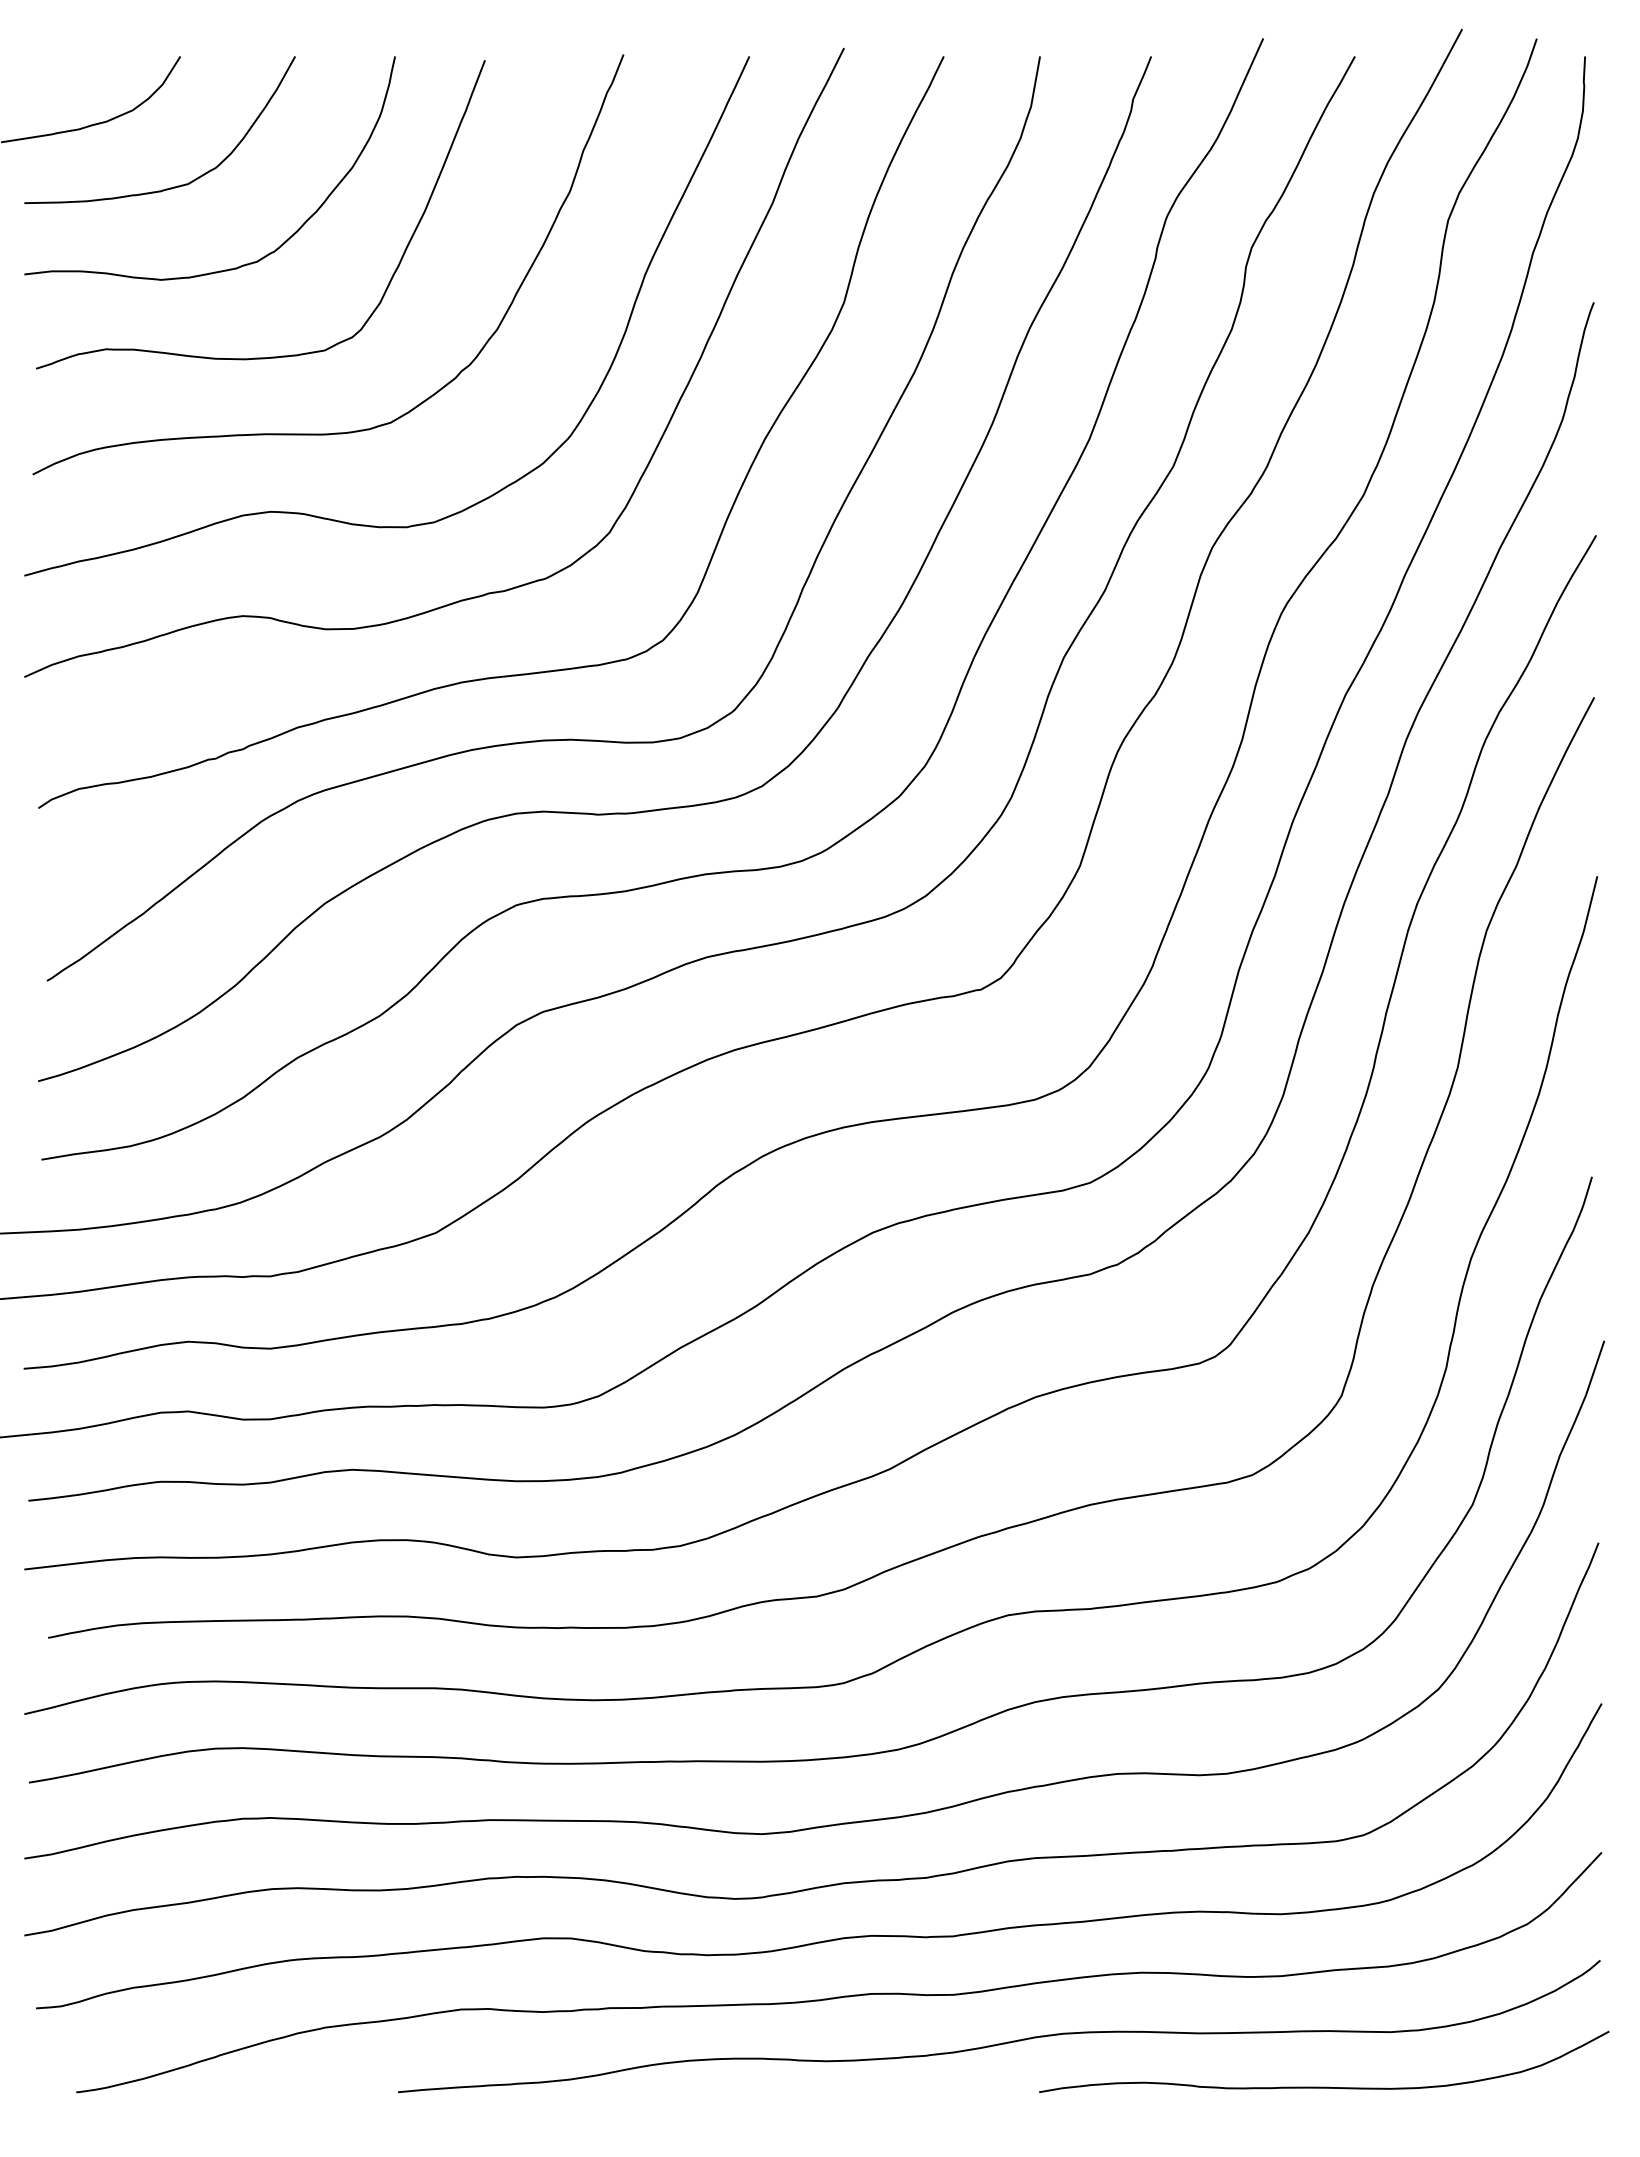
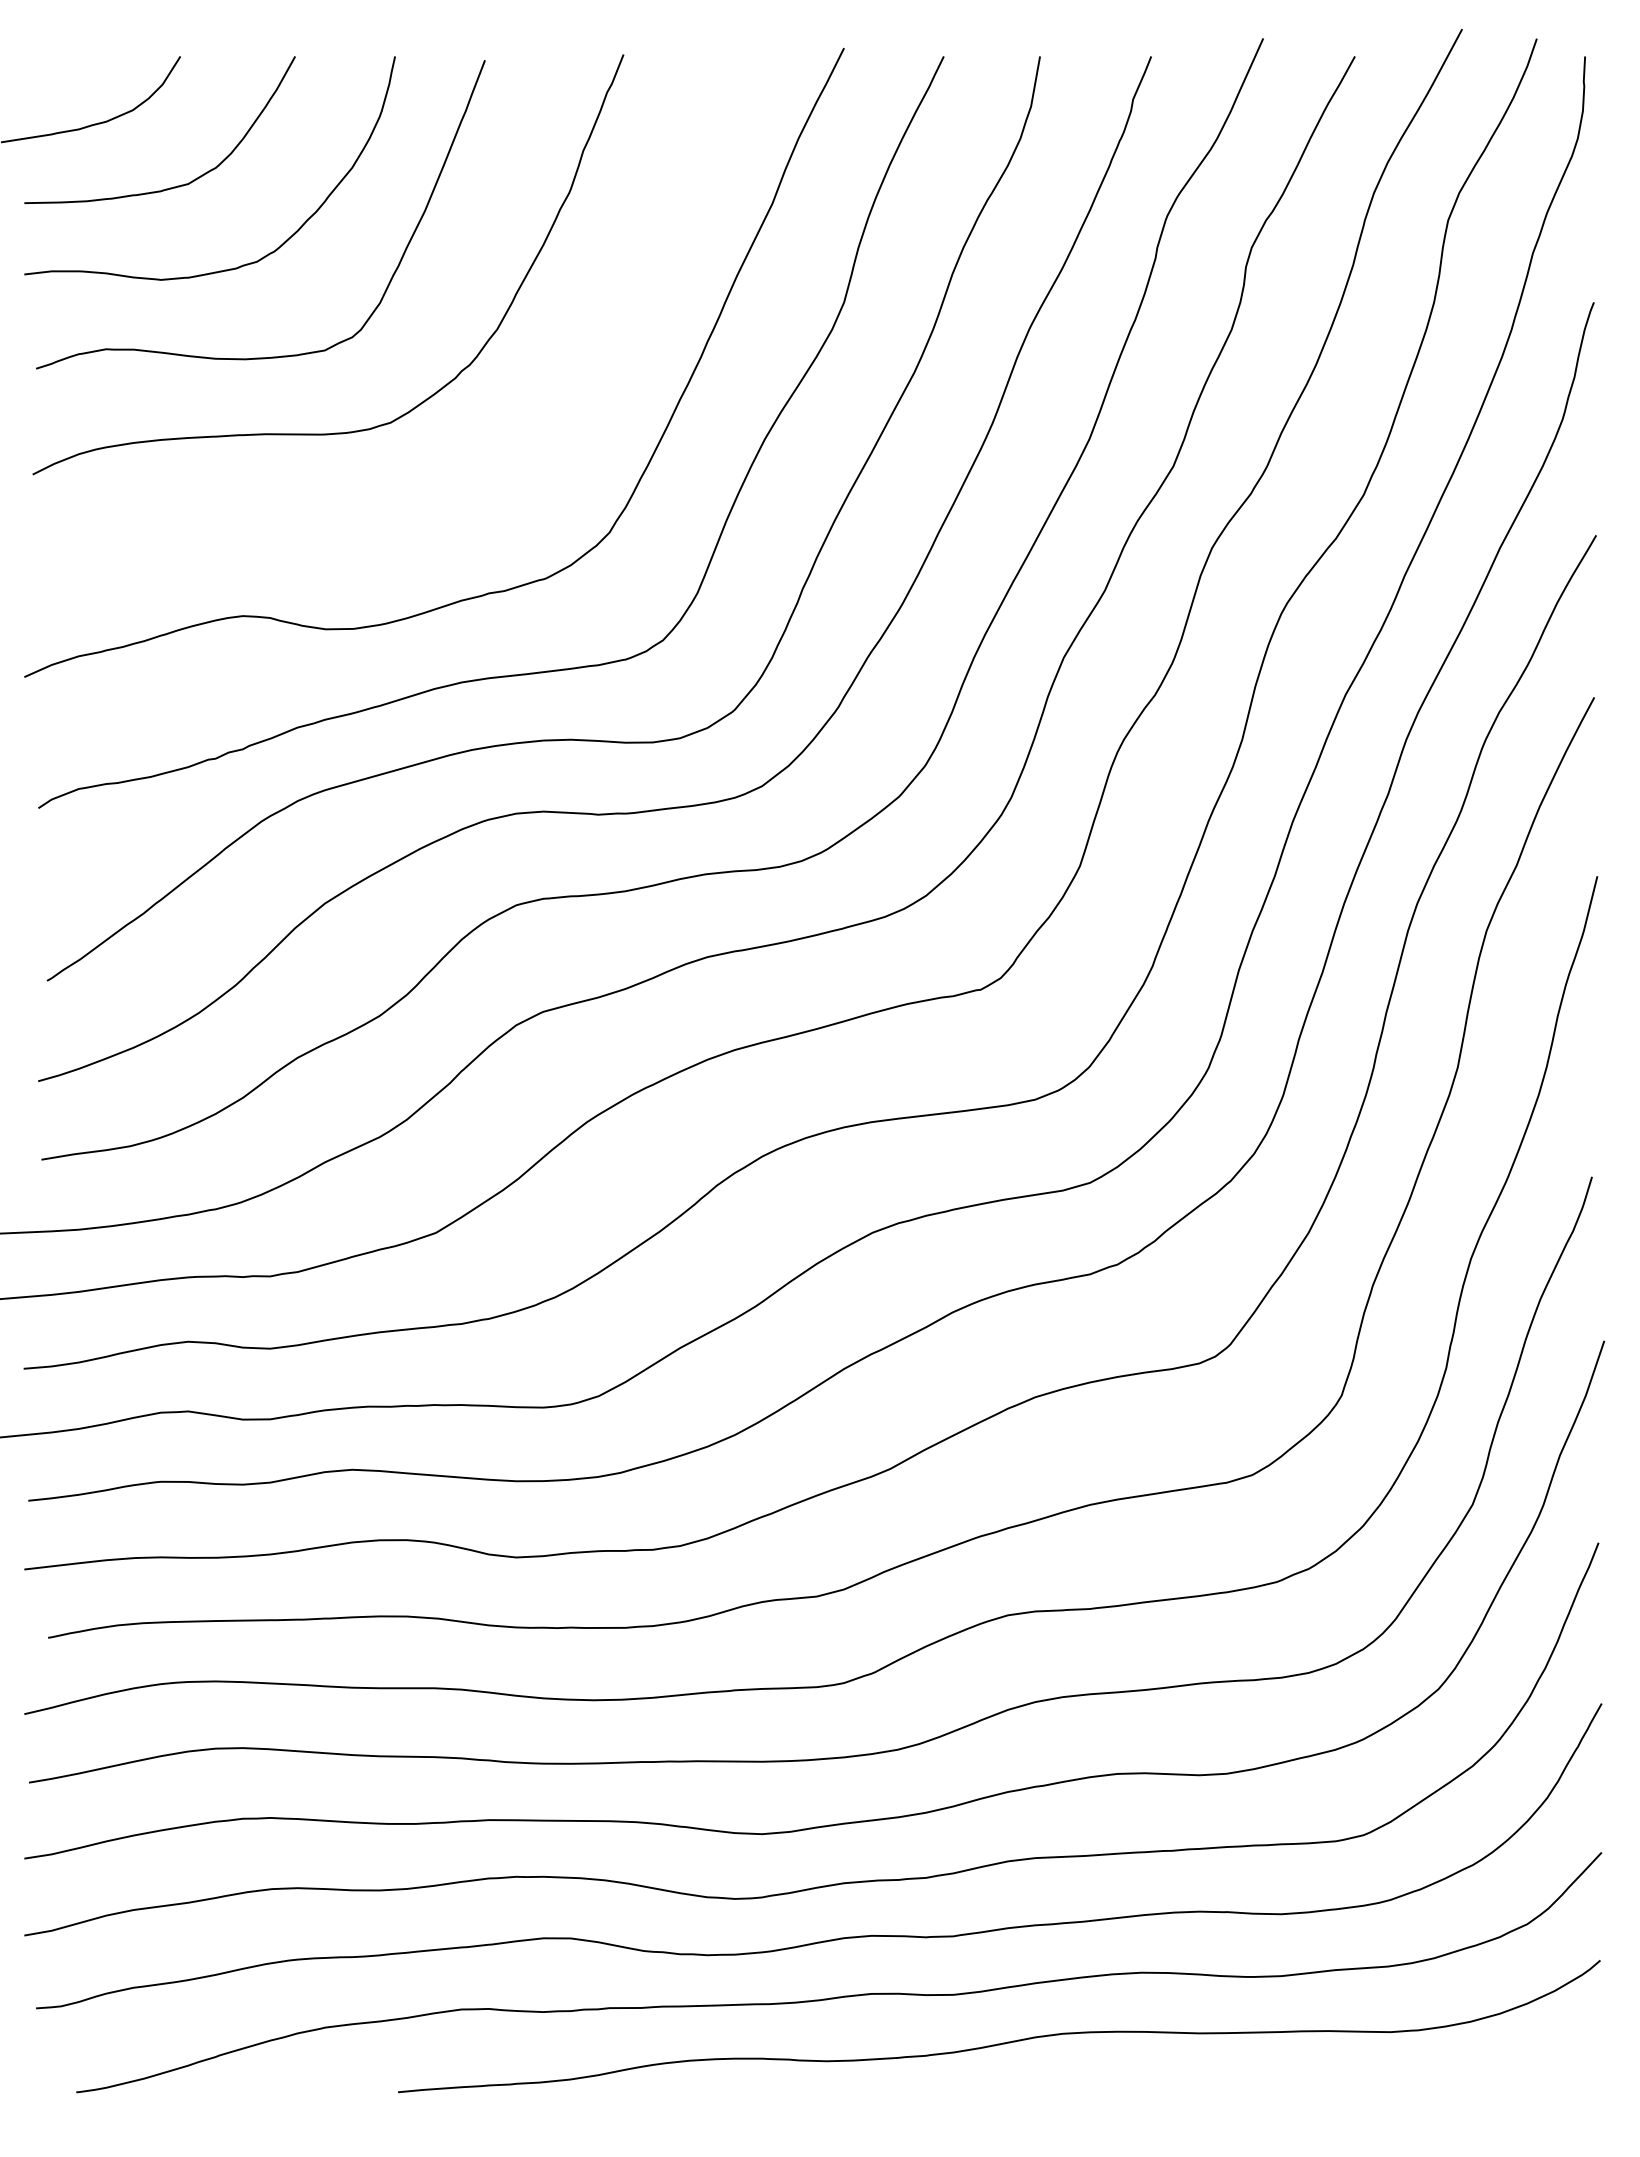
curve at (478, 501): present -> none
curve at (1324, 2086): present -> none
